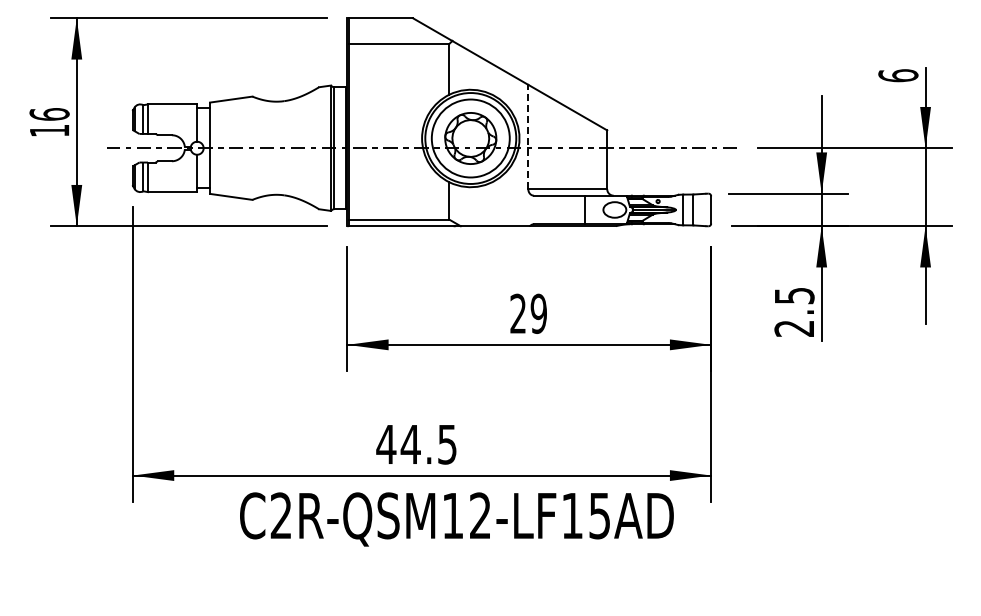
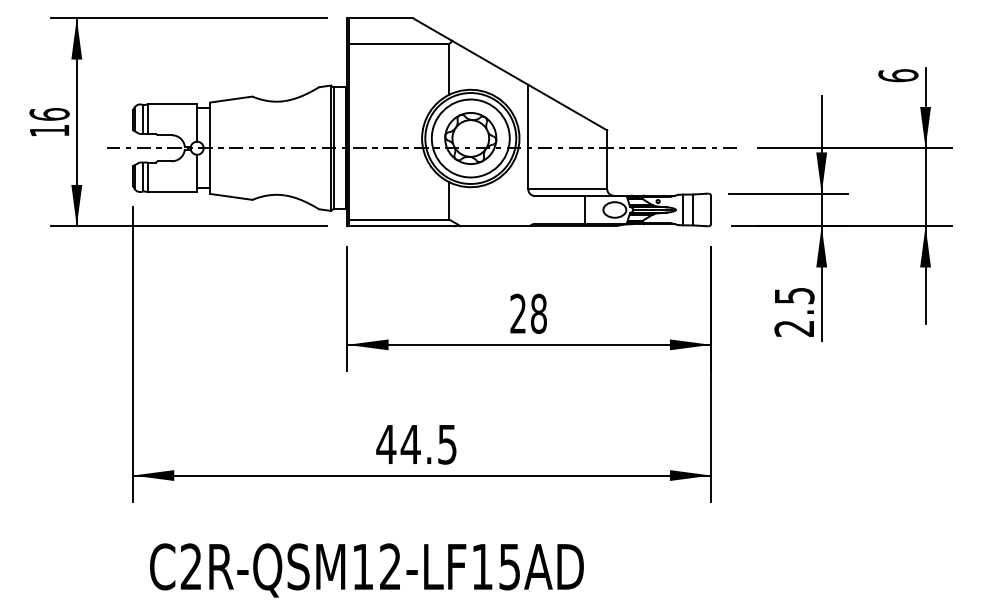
line at (528, 136): dashed -> solid
text at (538, 313): 29 -> 28
text at (456, 519) position: (456, 519) -> (366, 570)
